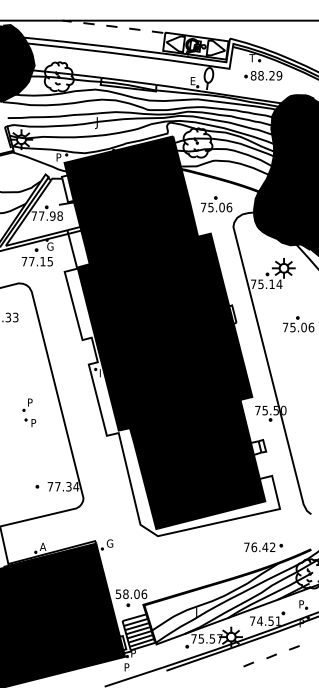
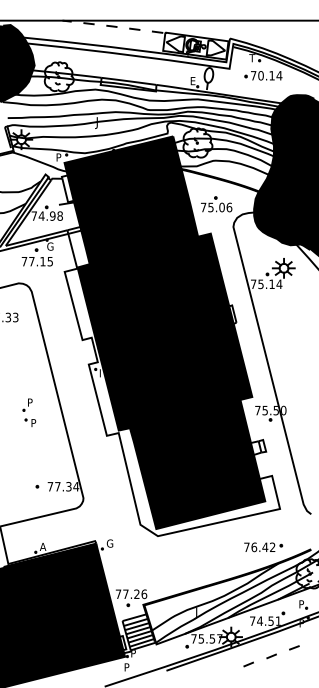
text at (266, 75): 88.29 -> 70.14
text at (41, 215): 77.98 -> 74.98
part at (298, 324): present -> none
text at (127, 594): 58.06 -> 77.26
